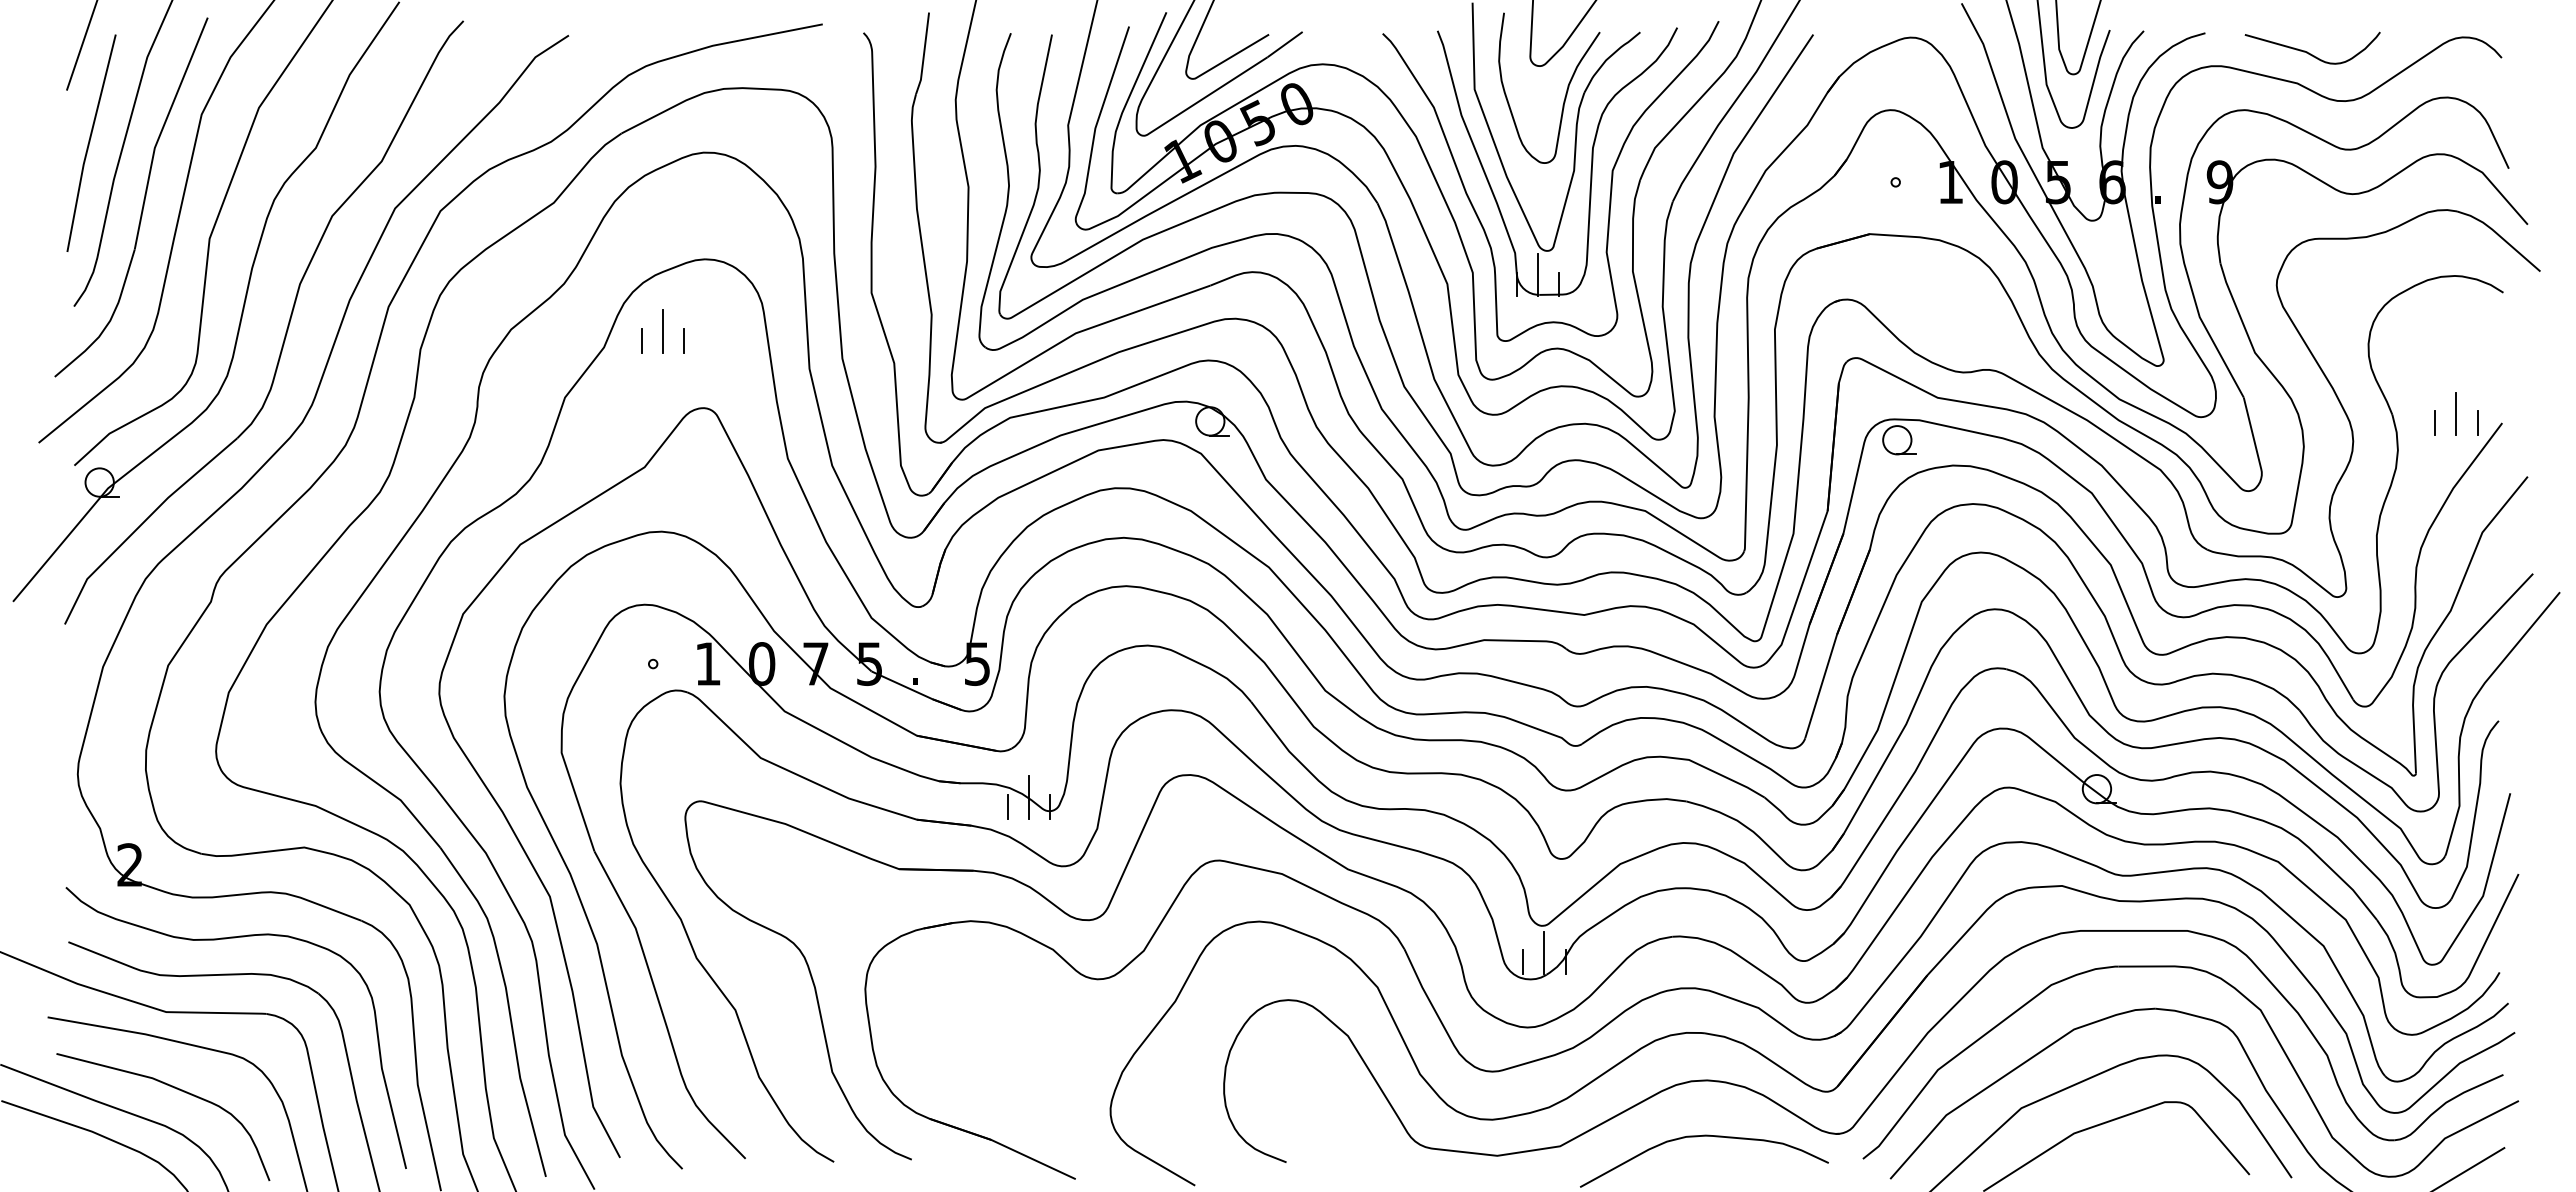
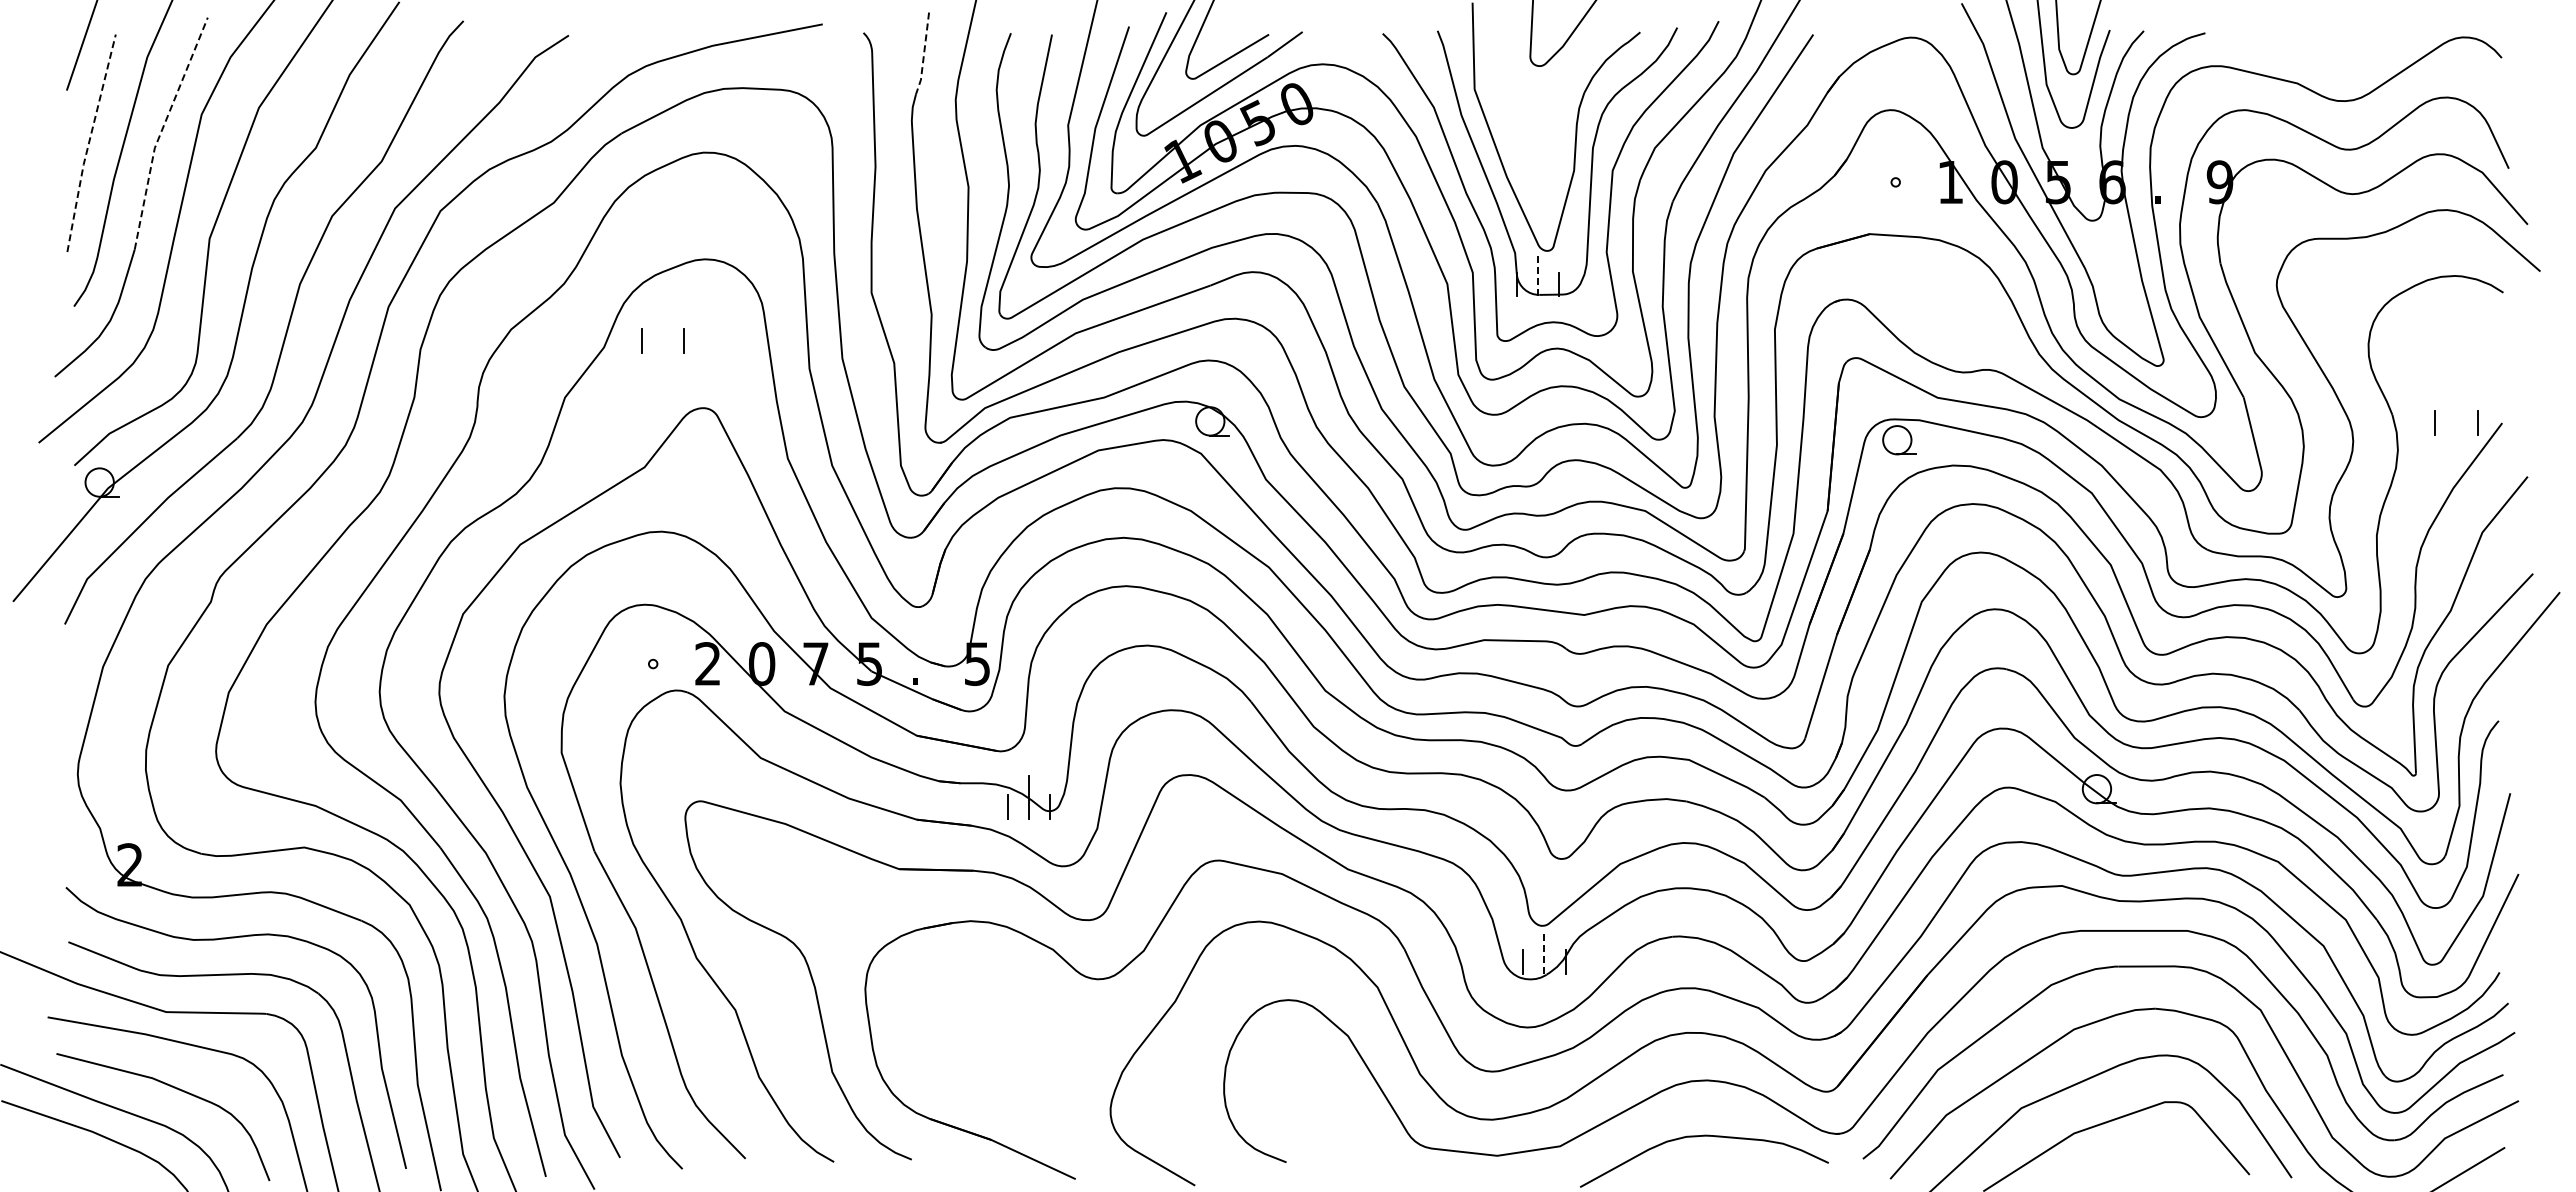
curve at (2309, 52): present -> none
line at (923, 55): solid -> dashed
curve at (1565, 93): present -> none
line at (161, 131): solid -> dashed
line at (88, 143): solid -> dashed
line at (1537, 274): solid -> dashed
line at (662, 331): present -> none
line at (2456, 413): present -> none
text at (707, 663): 1 -> 2
line at (1544, 952): solid -> dashed
